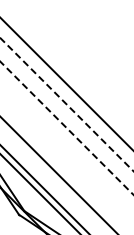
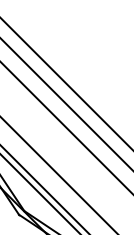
line at (66, 104): dashed -> solid
line at (67, 128): dashed -> solid
